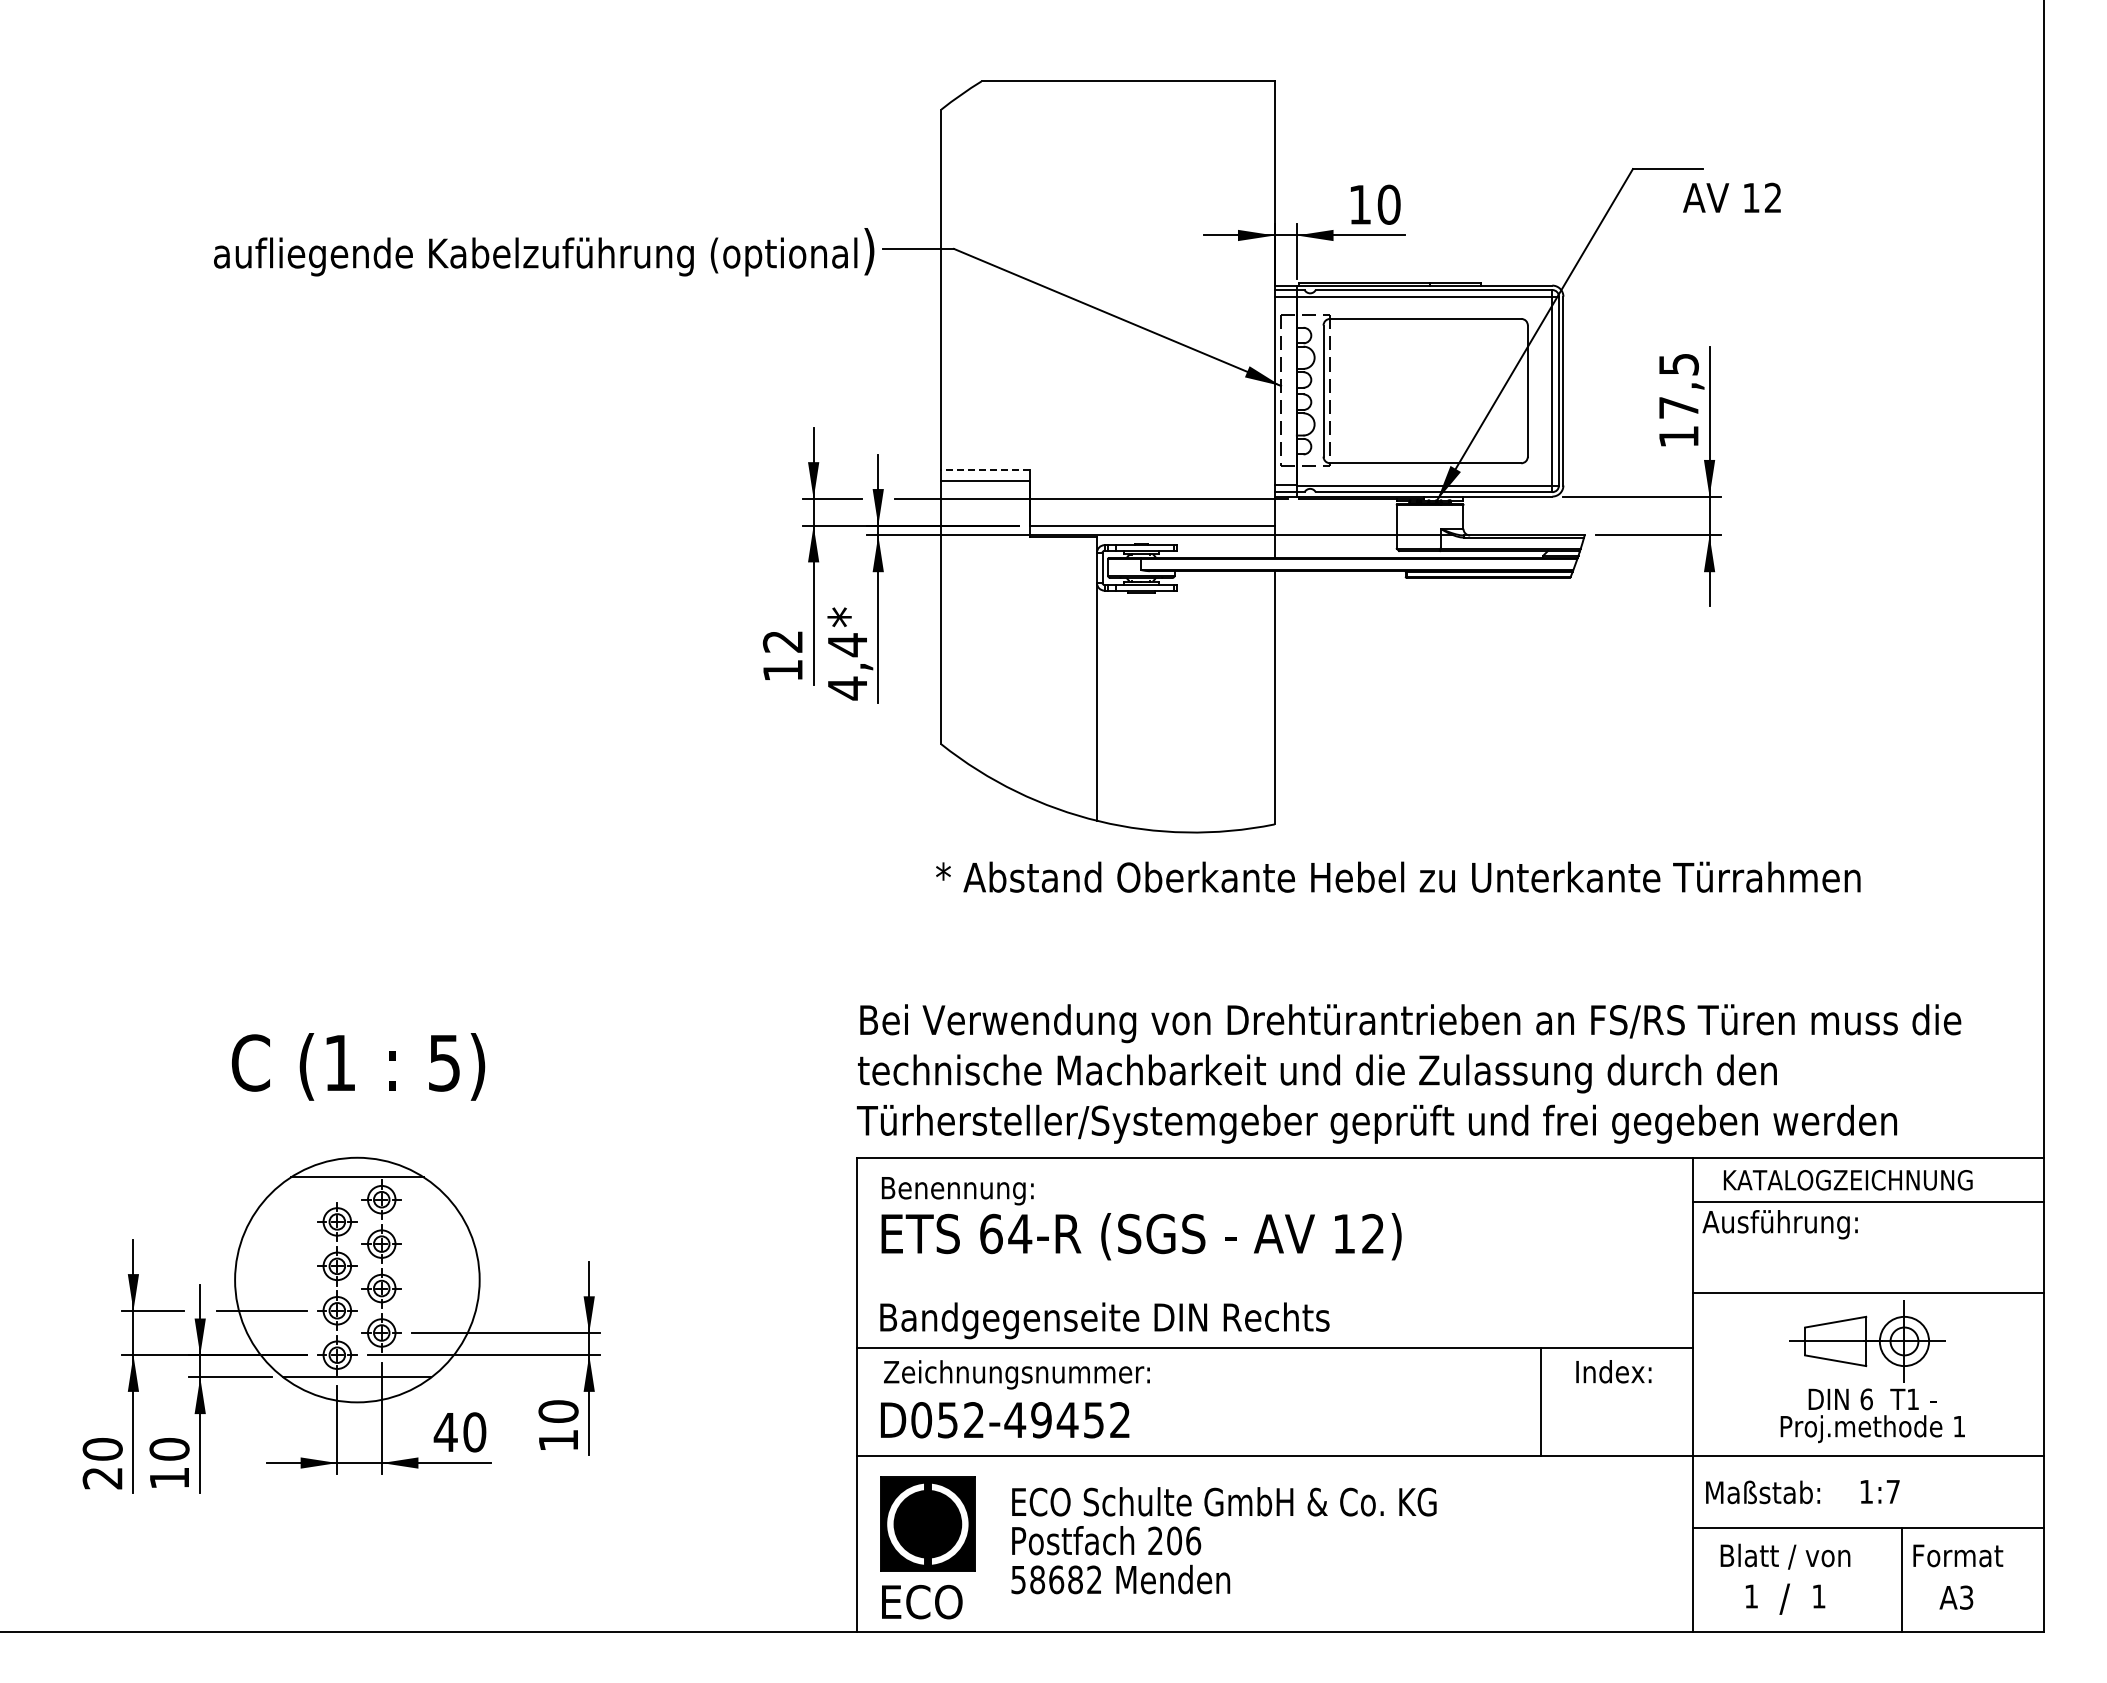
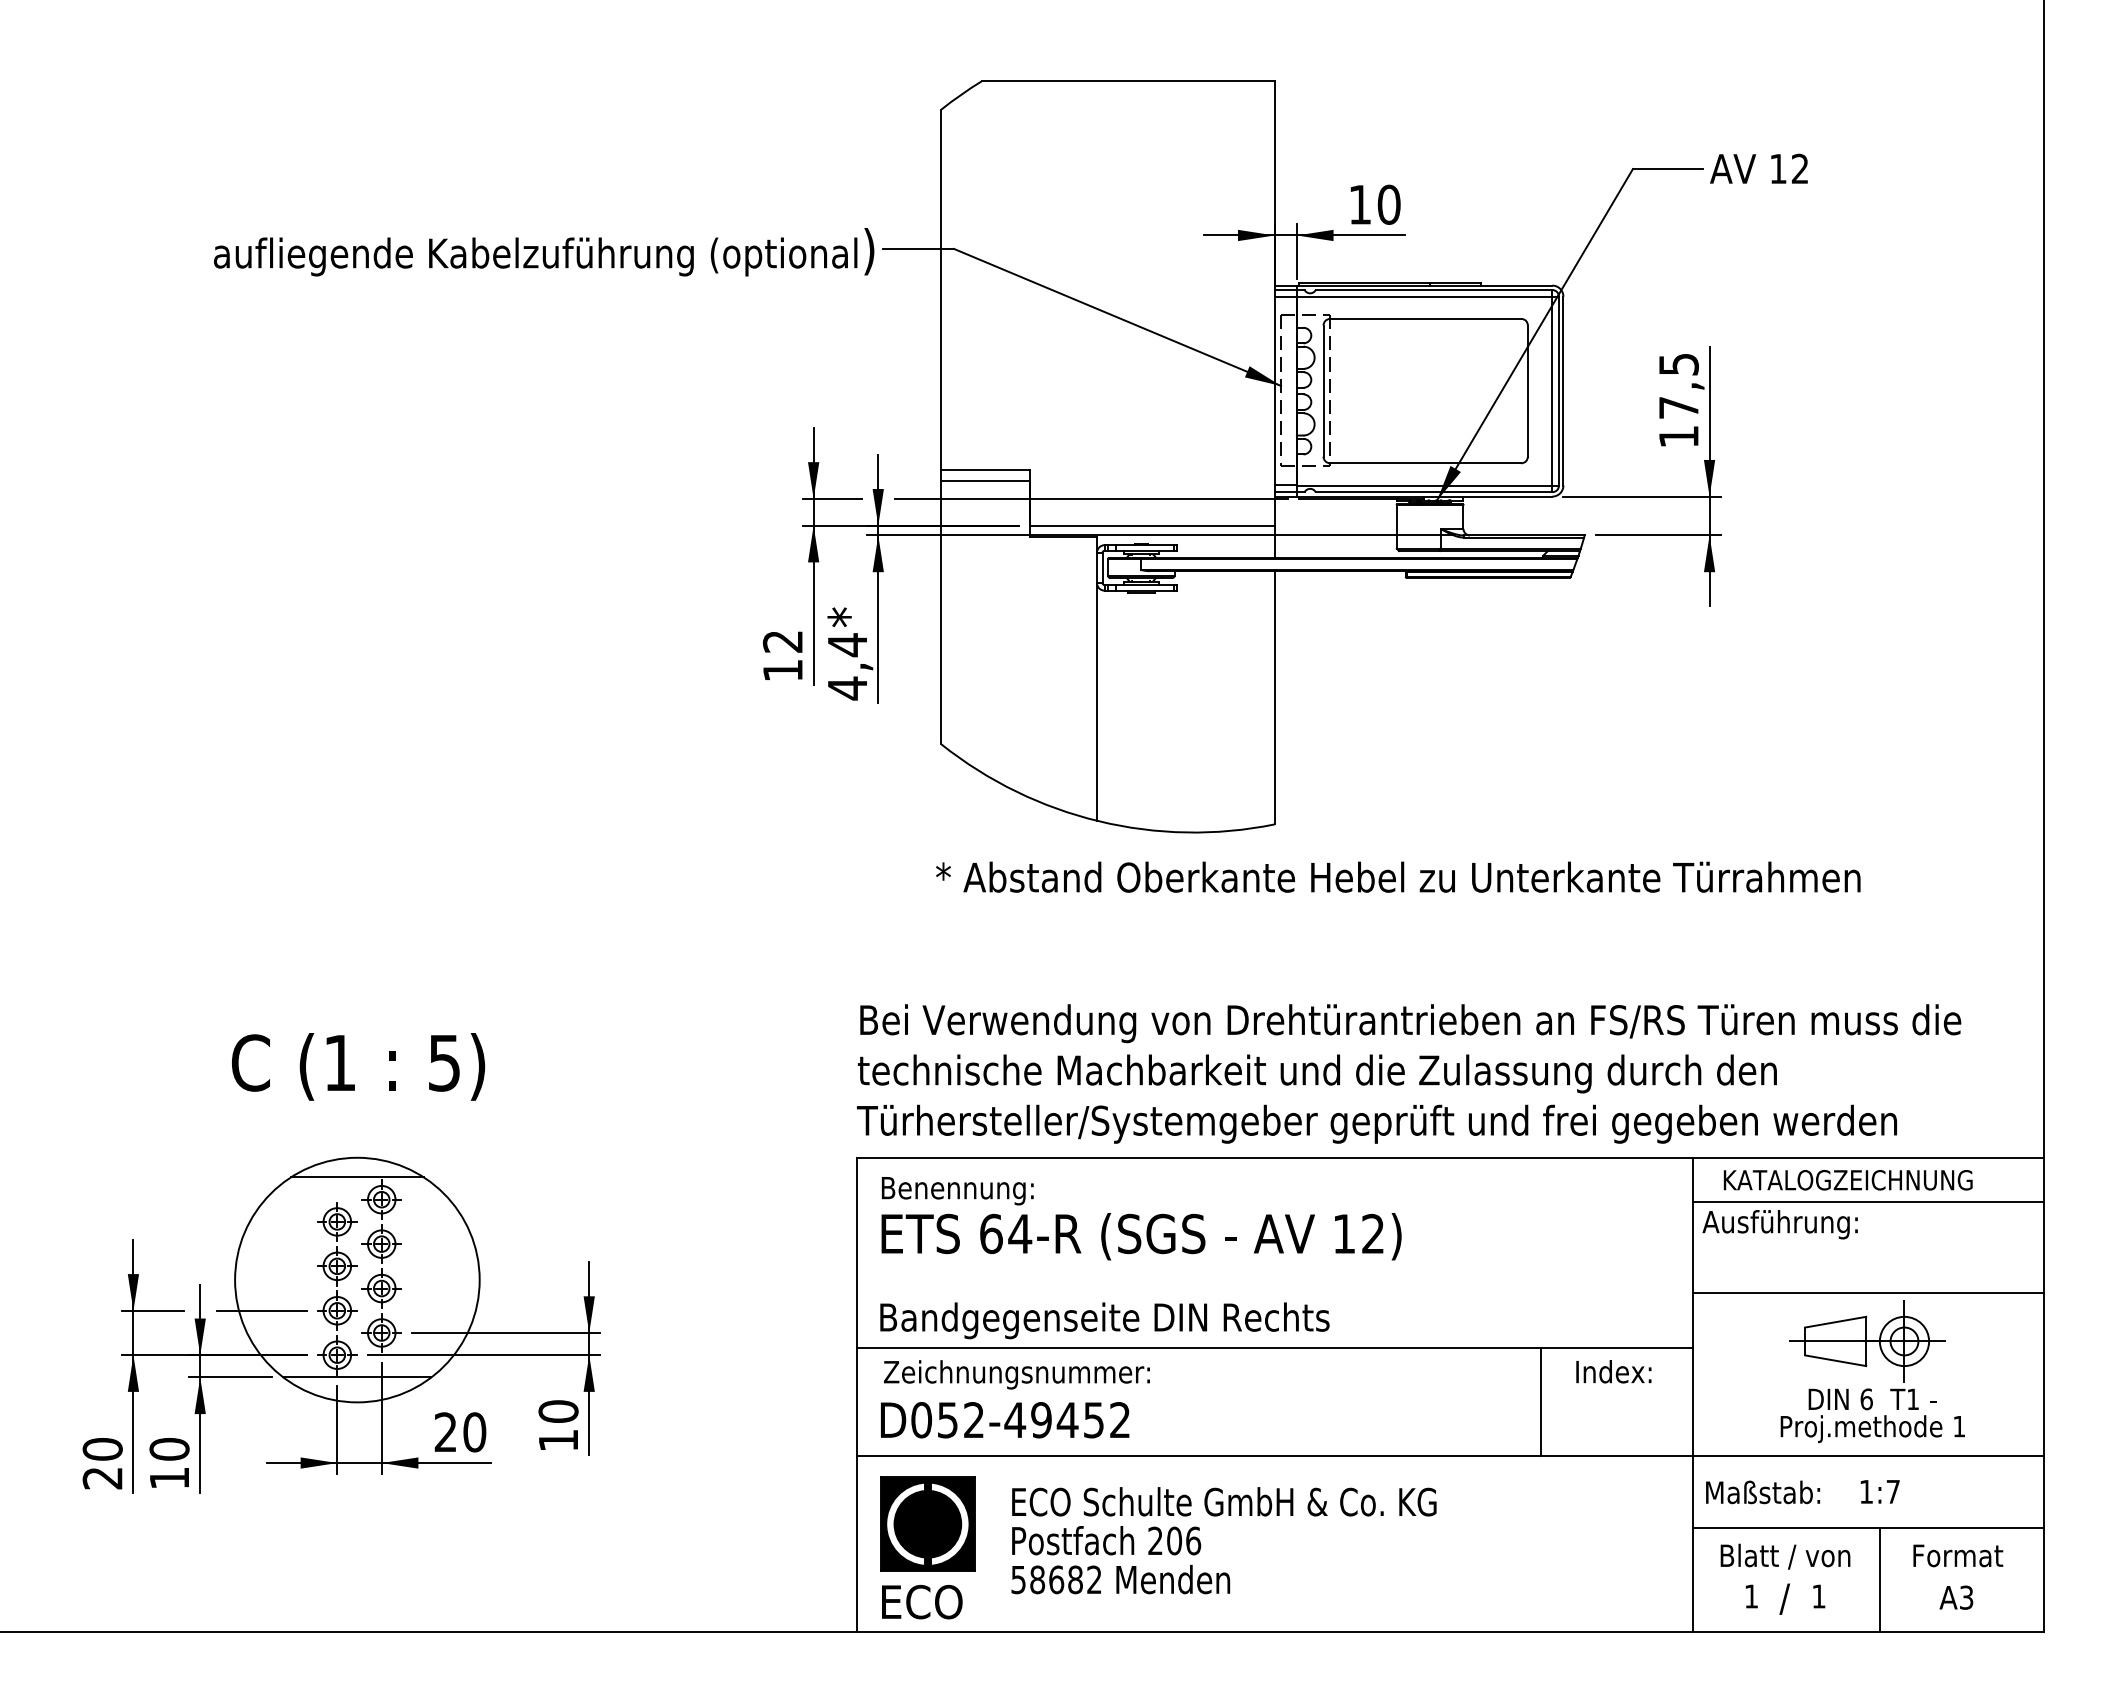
text at (1731, 197) position: (1731, 197) -> (1758, 168)
line at (985, 470): dashed -> solid
text at (445, 1431): 40 -> 20
line at (1901, 1580) position: (1901, 1580) -> (1879, 1580)
